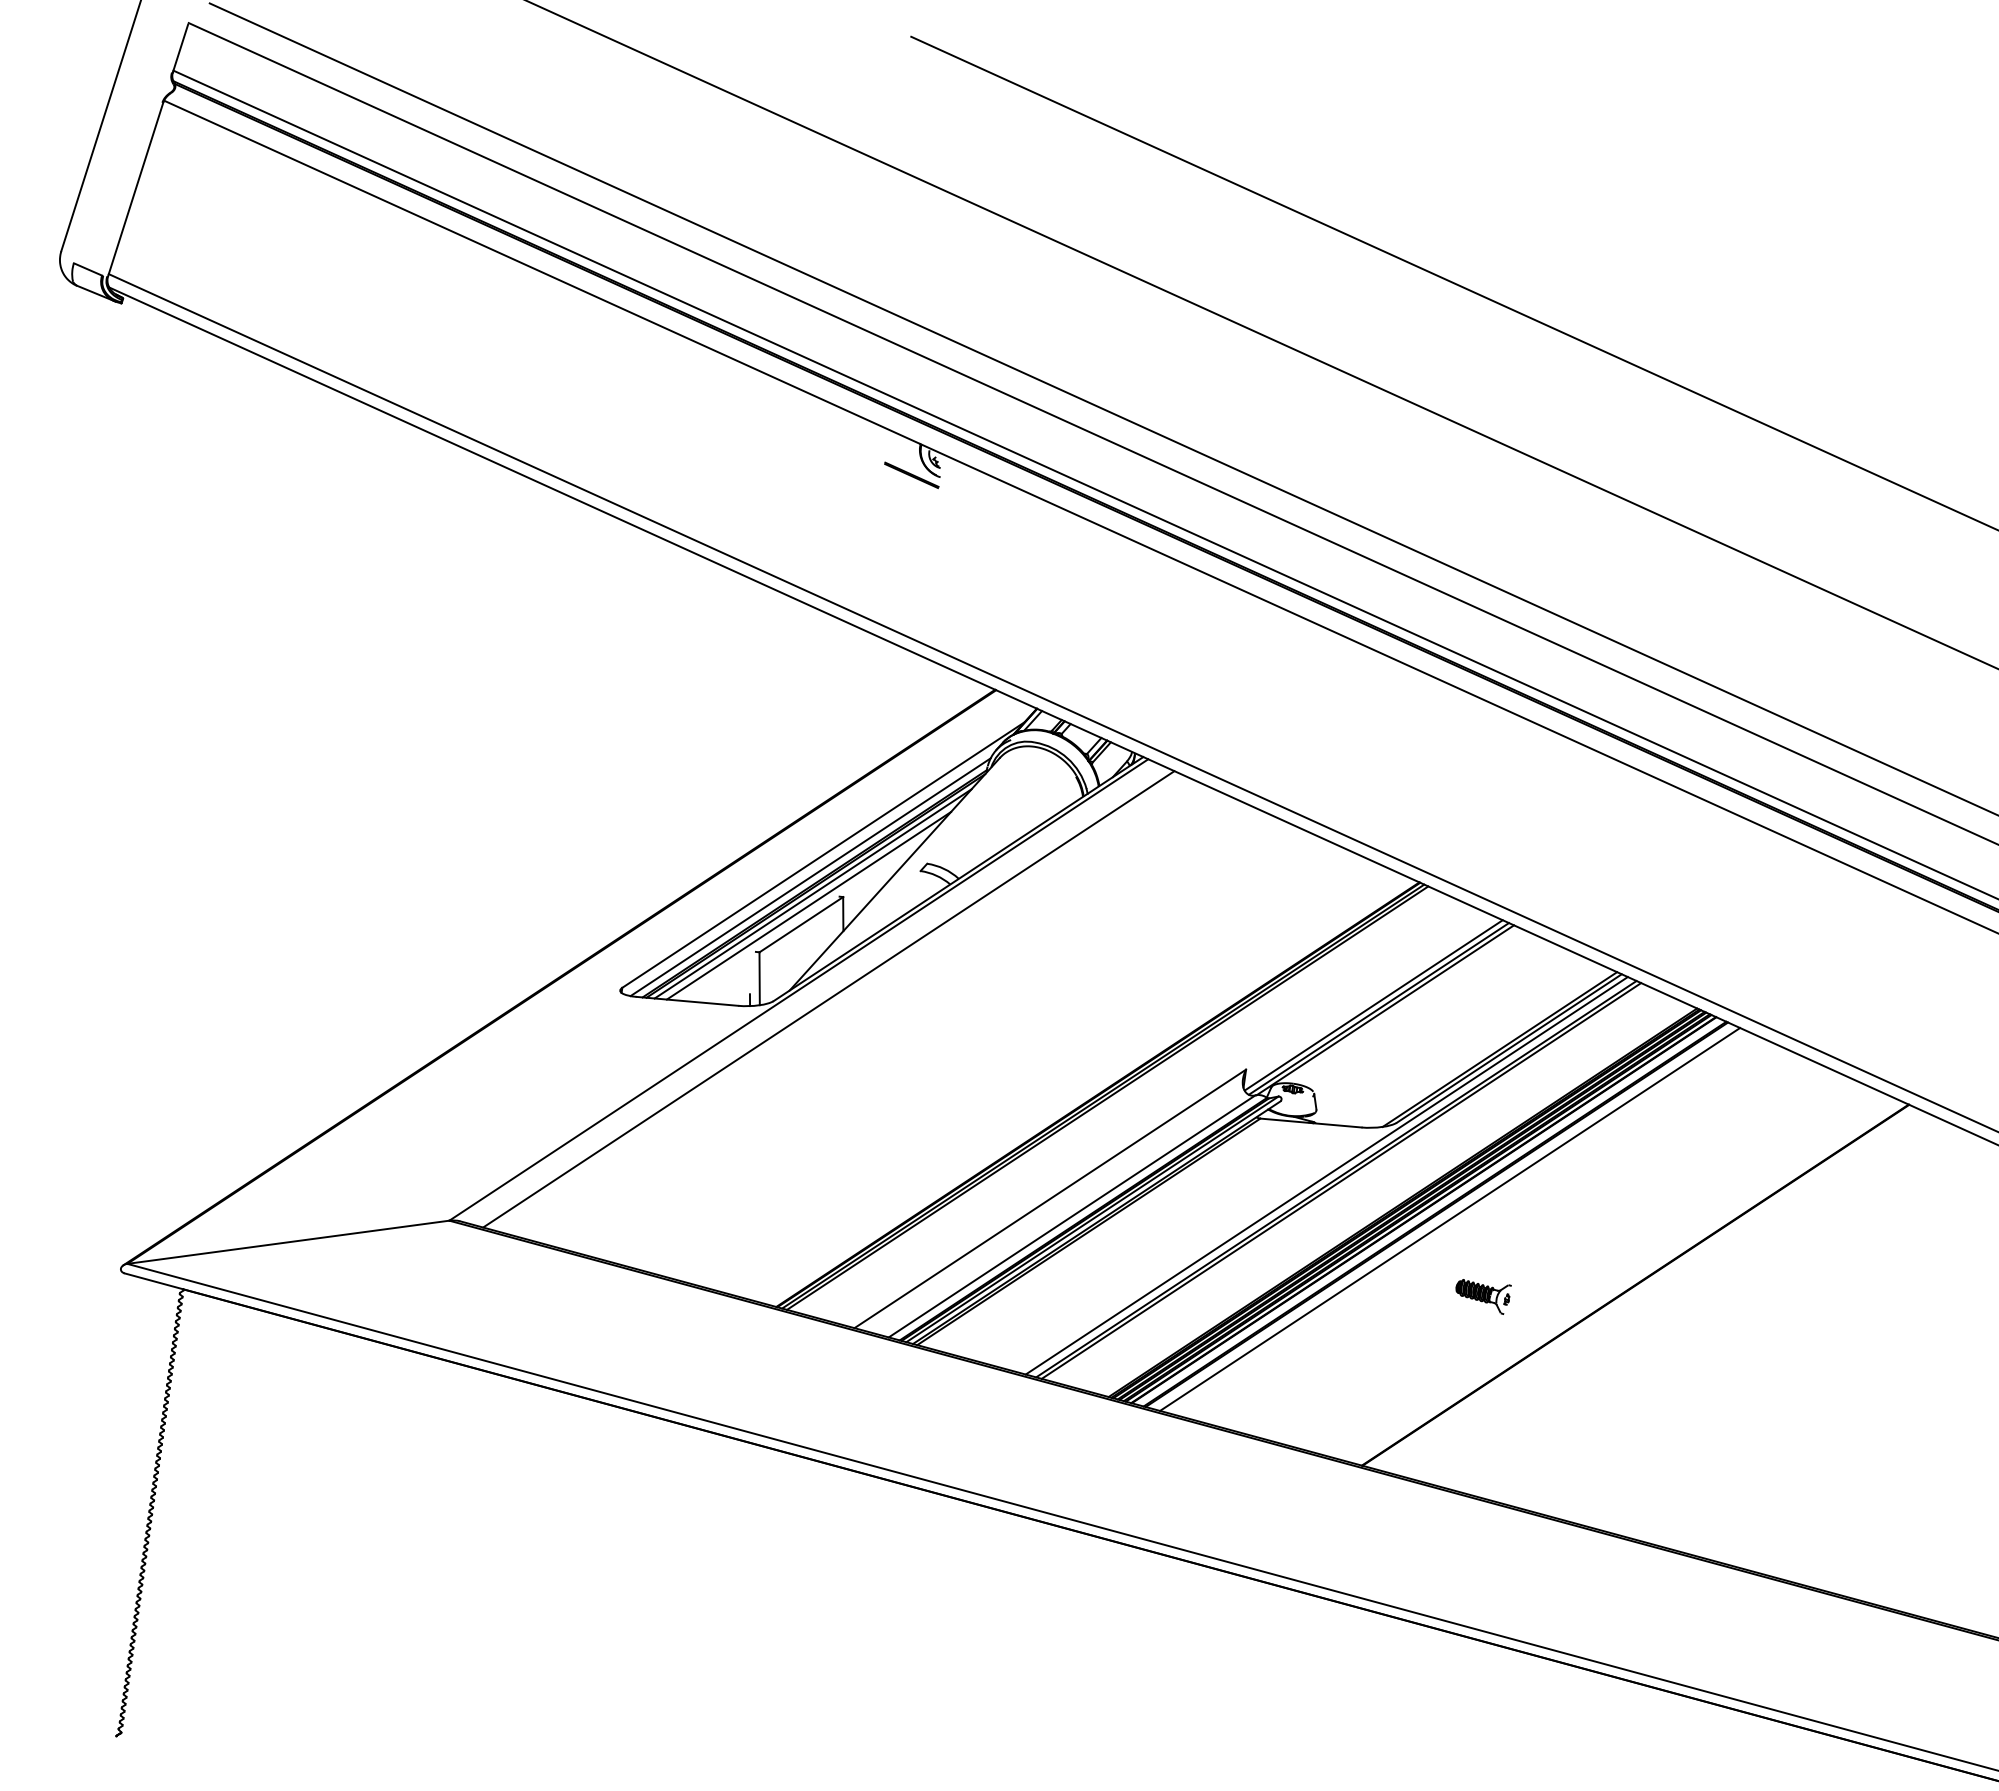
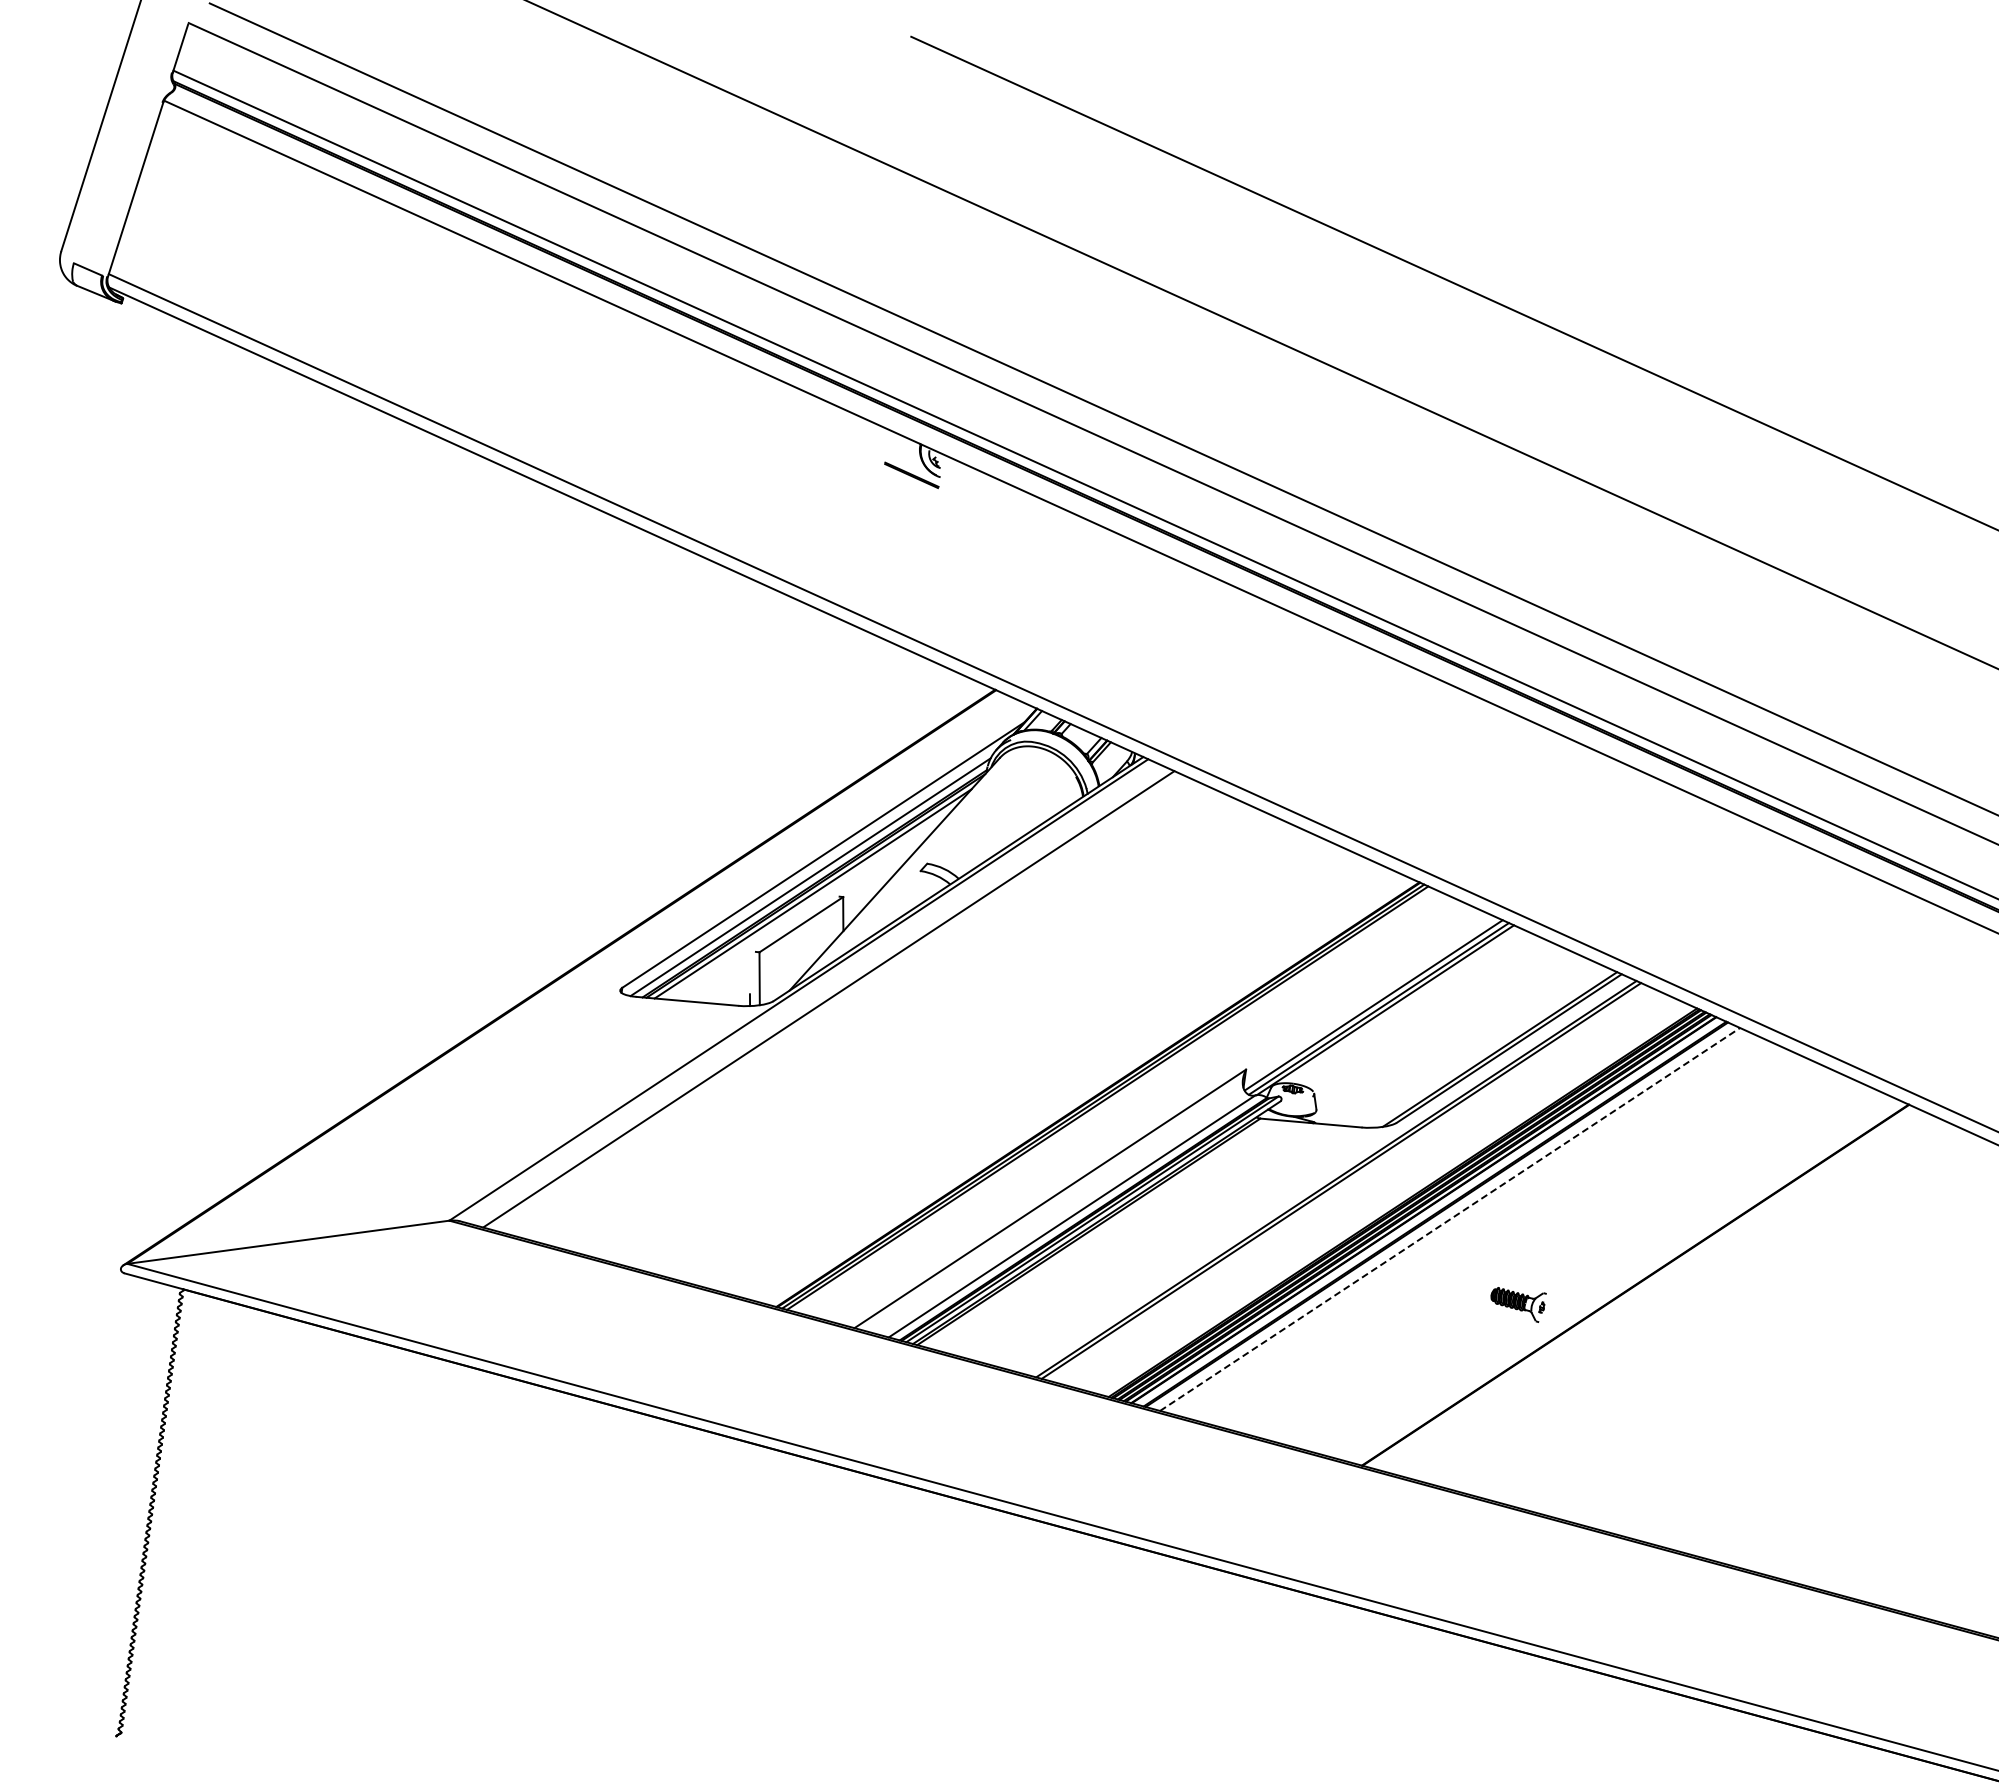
line at (808, 905): present -> none
line at (1326, 1175): present -> none
line at (1450, 1219): solid -> dashed
part at (1483, 1296) position: (1483, 1296) -> (1518, 1304)
